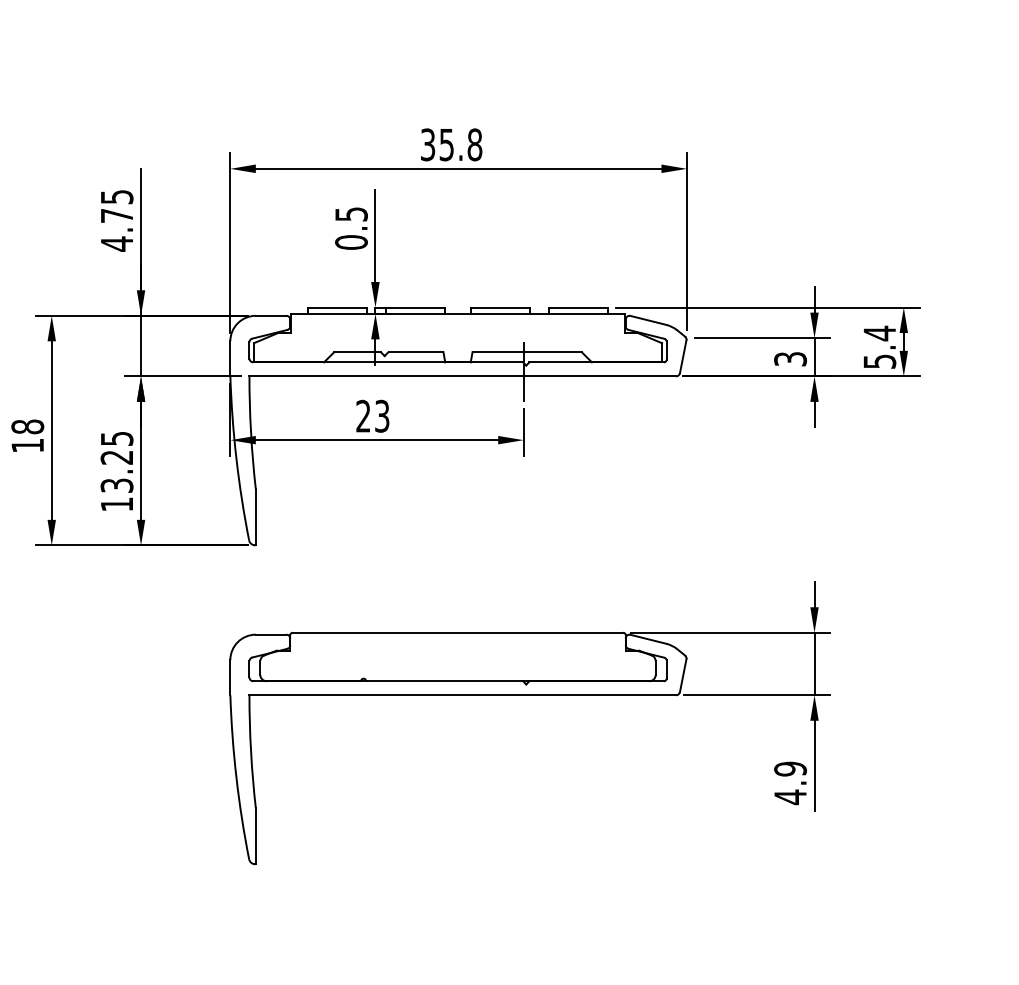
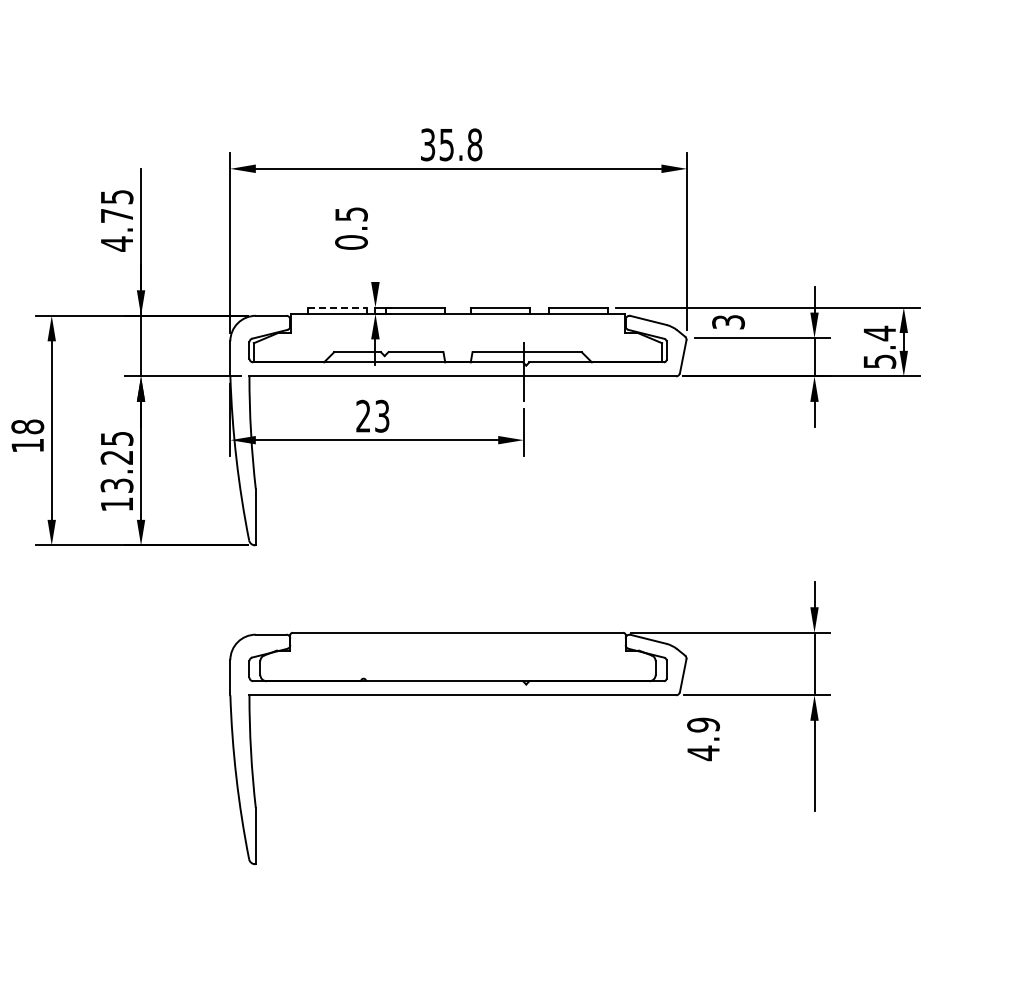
line at (375, 236): present -> none
line at (337, 307): solid -> dashed
text at (790, 359) position: (790, 359) -> (728, 322)
text at (790, 783) position: (790, 783) -> (703, 739)
